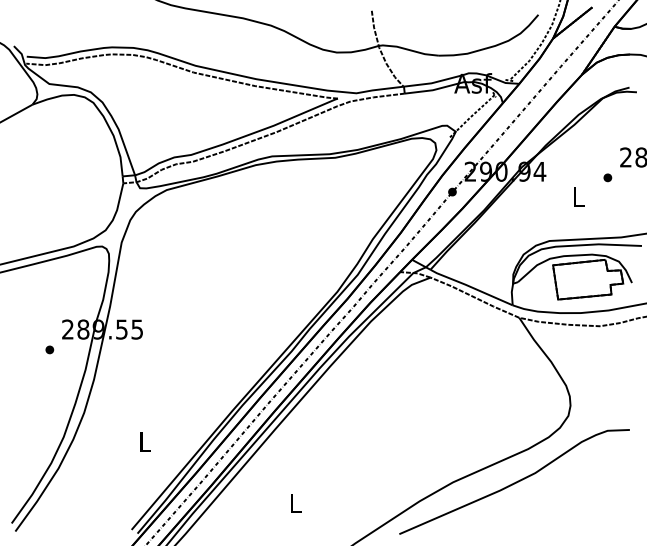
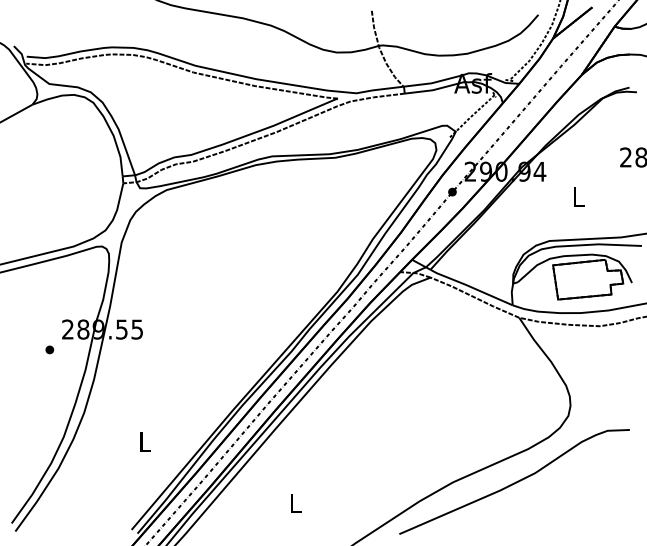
part at (607, 177): present -> none
